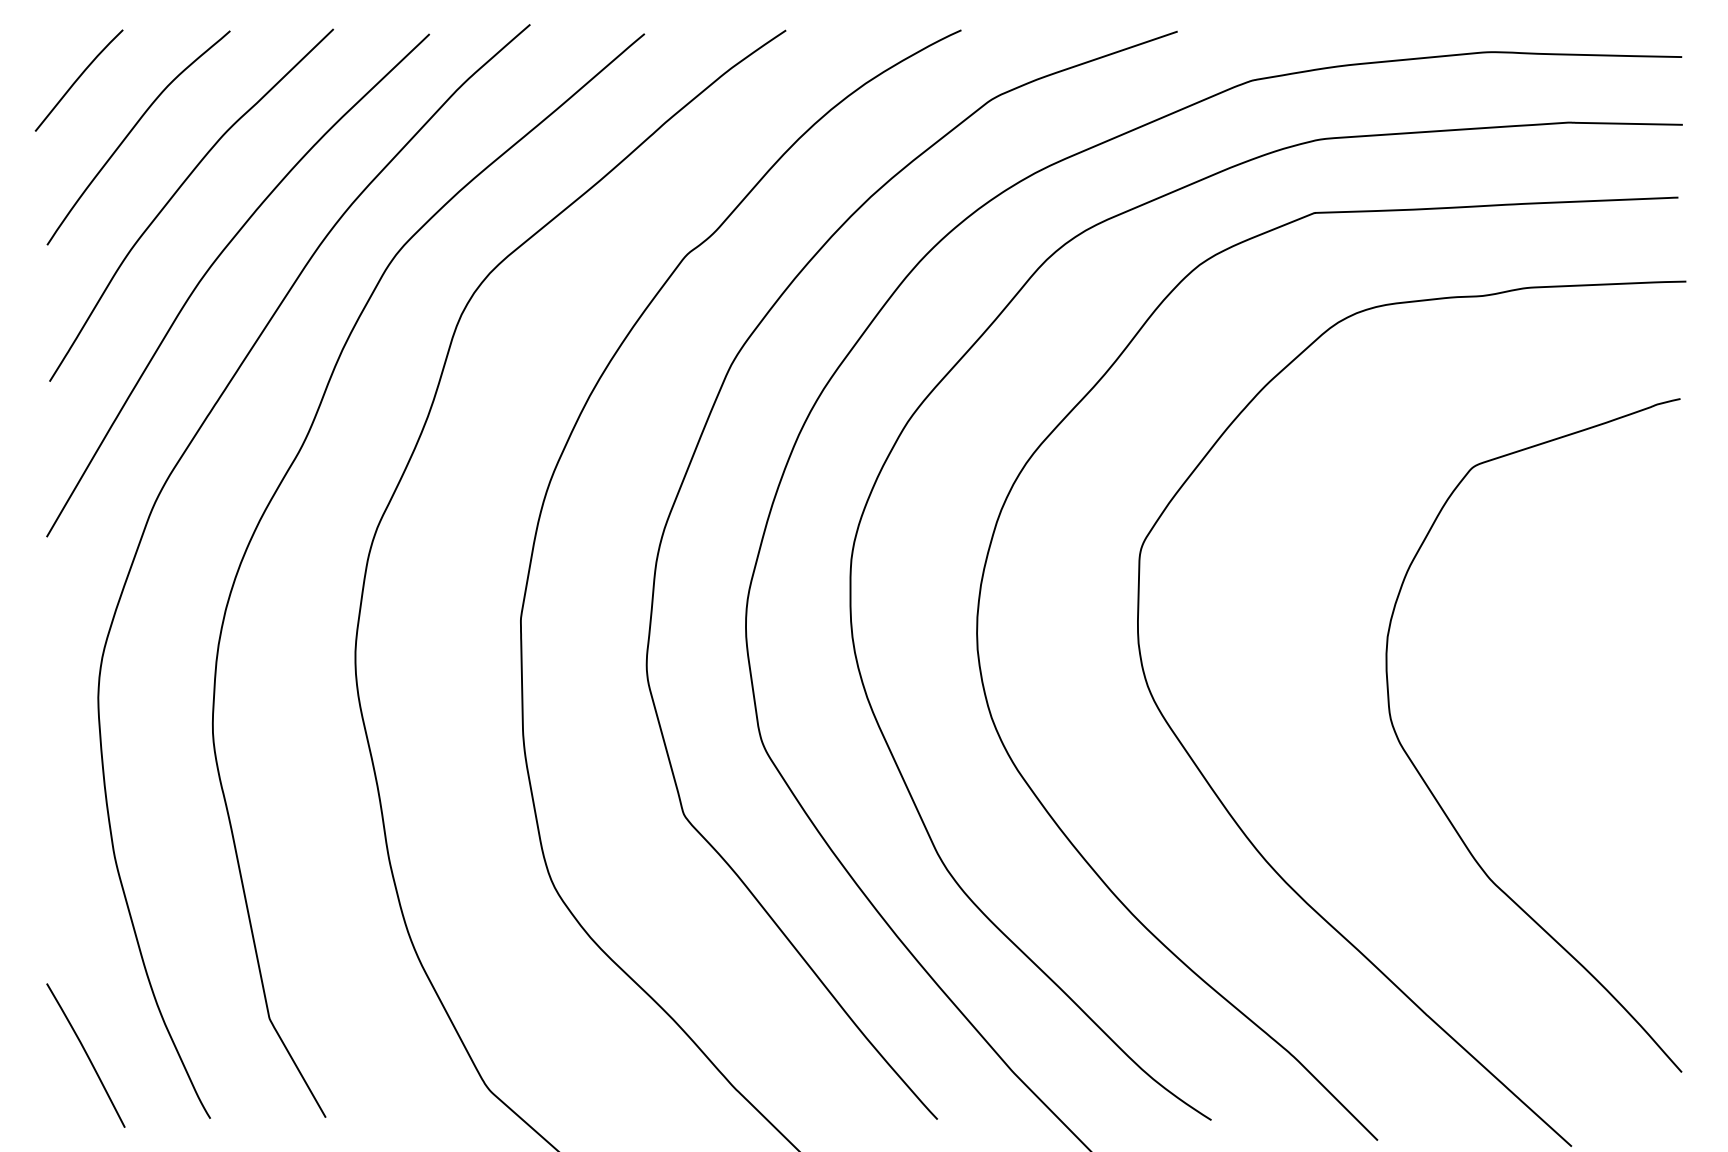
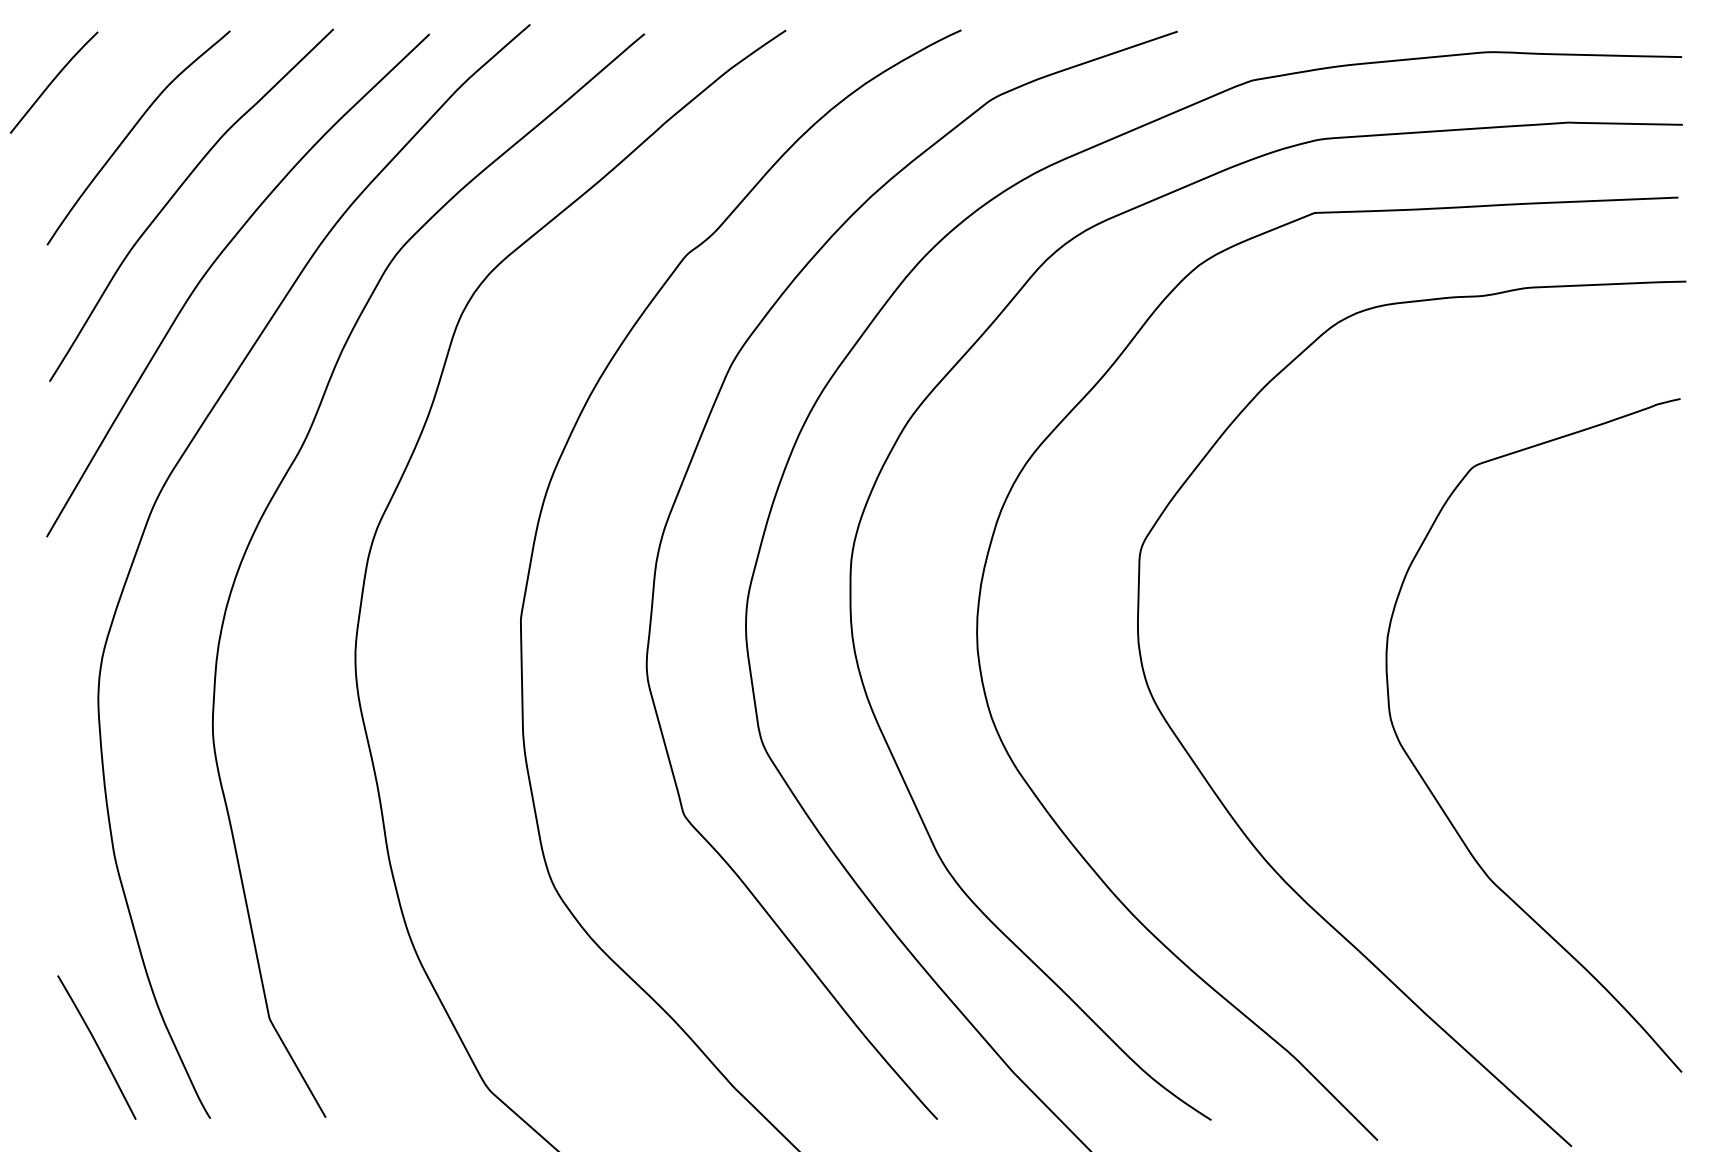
curve at (78, 79) position: (78, 79) -> (53, 81)
curve at (86, 1055) position: (86, 1055) -> (97, 1047)
